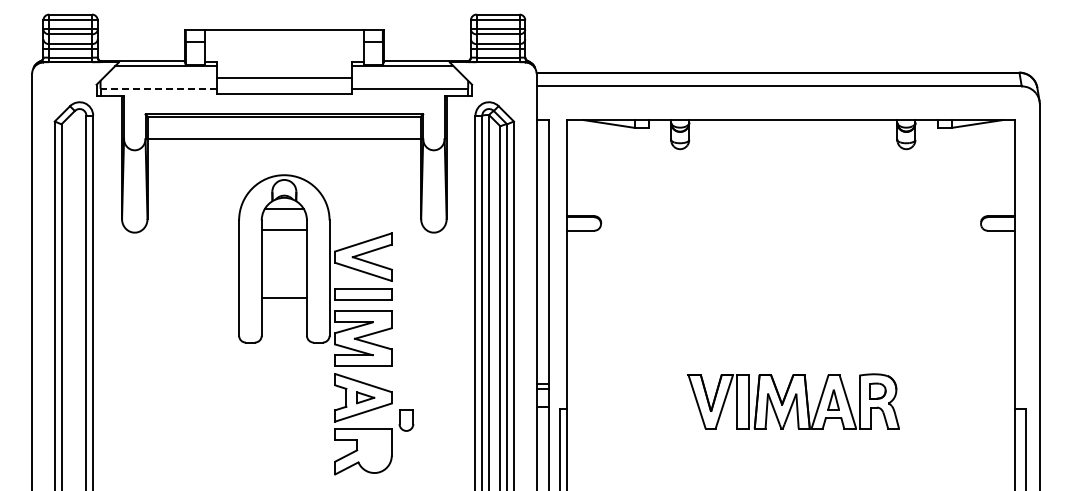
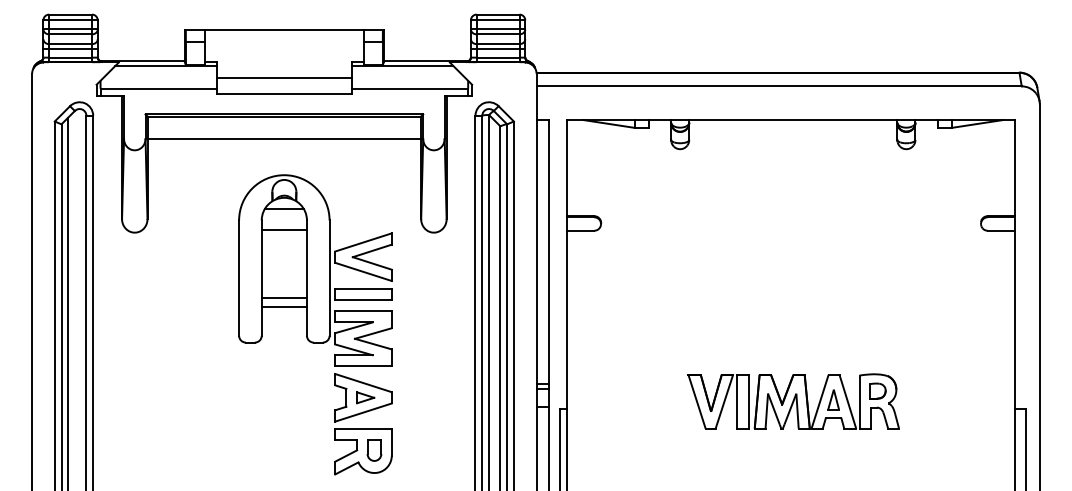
line at (158, 88): dashed -> solid
line at (68, 302): none -> present
line at (283, 307): none -> present
part at (406, 420) position: (406, 420) -> (374, 450)
